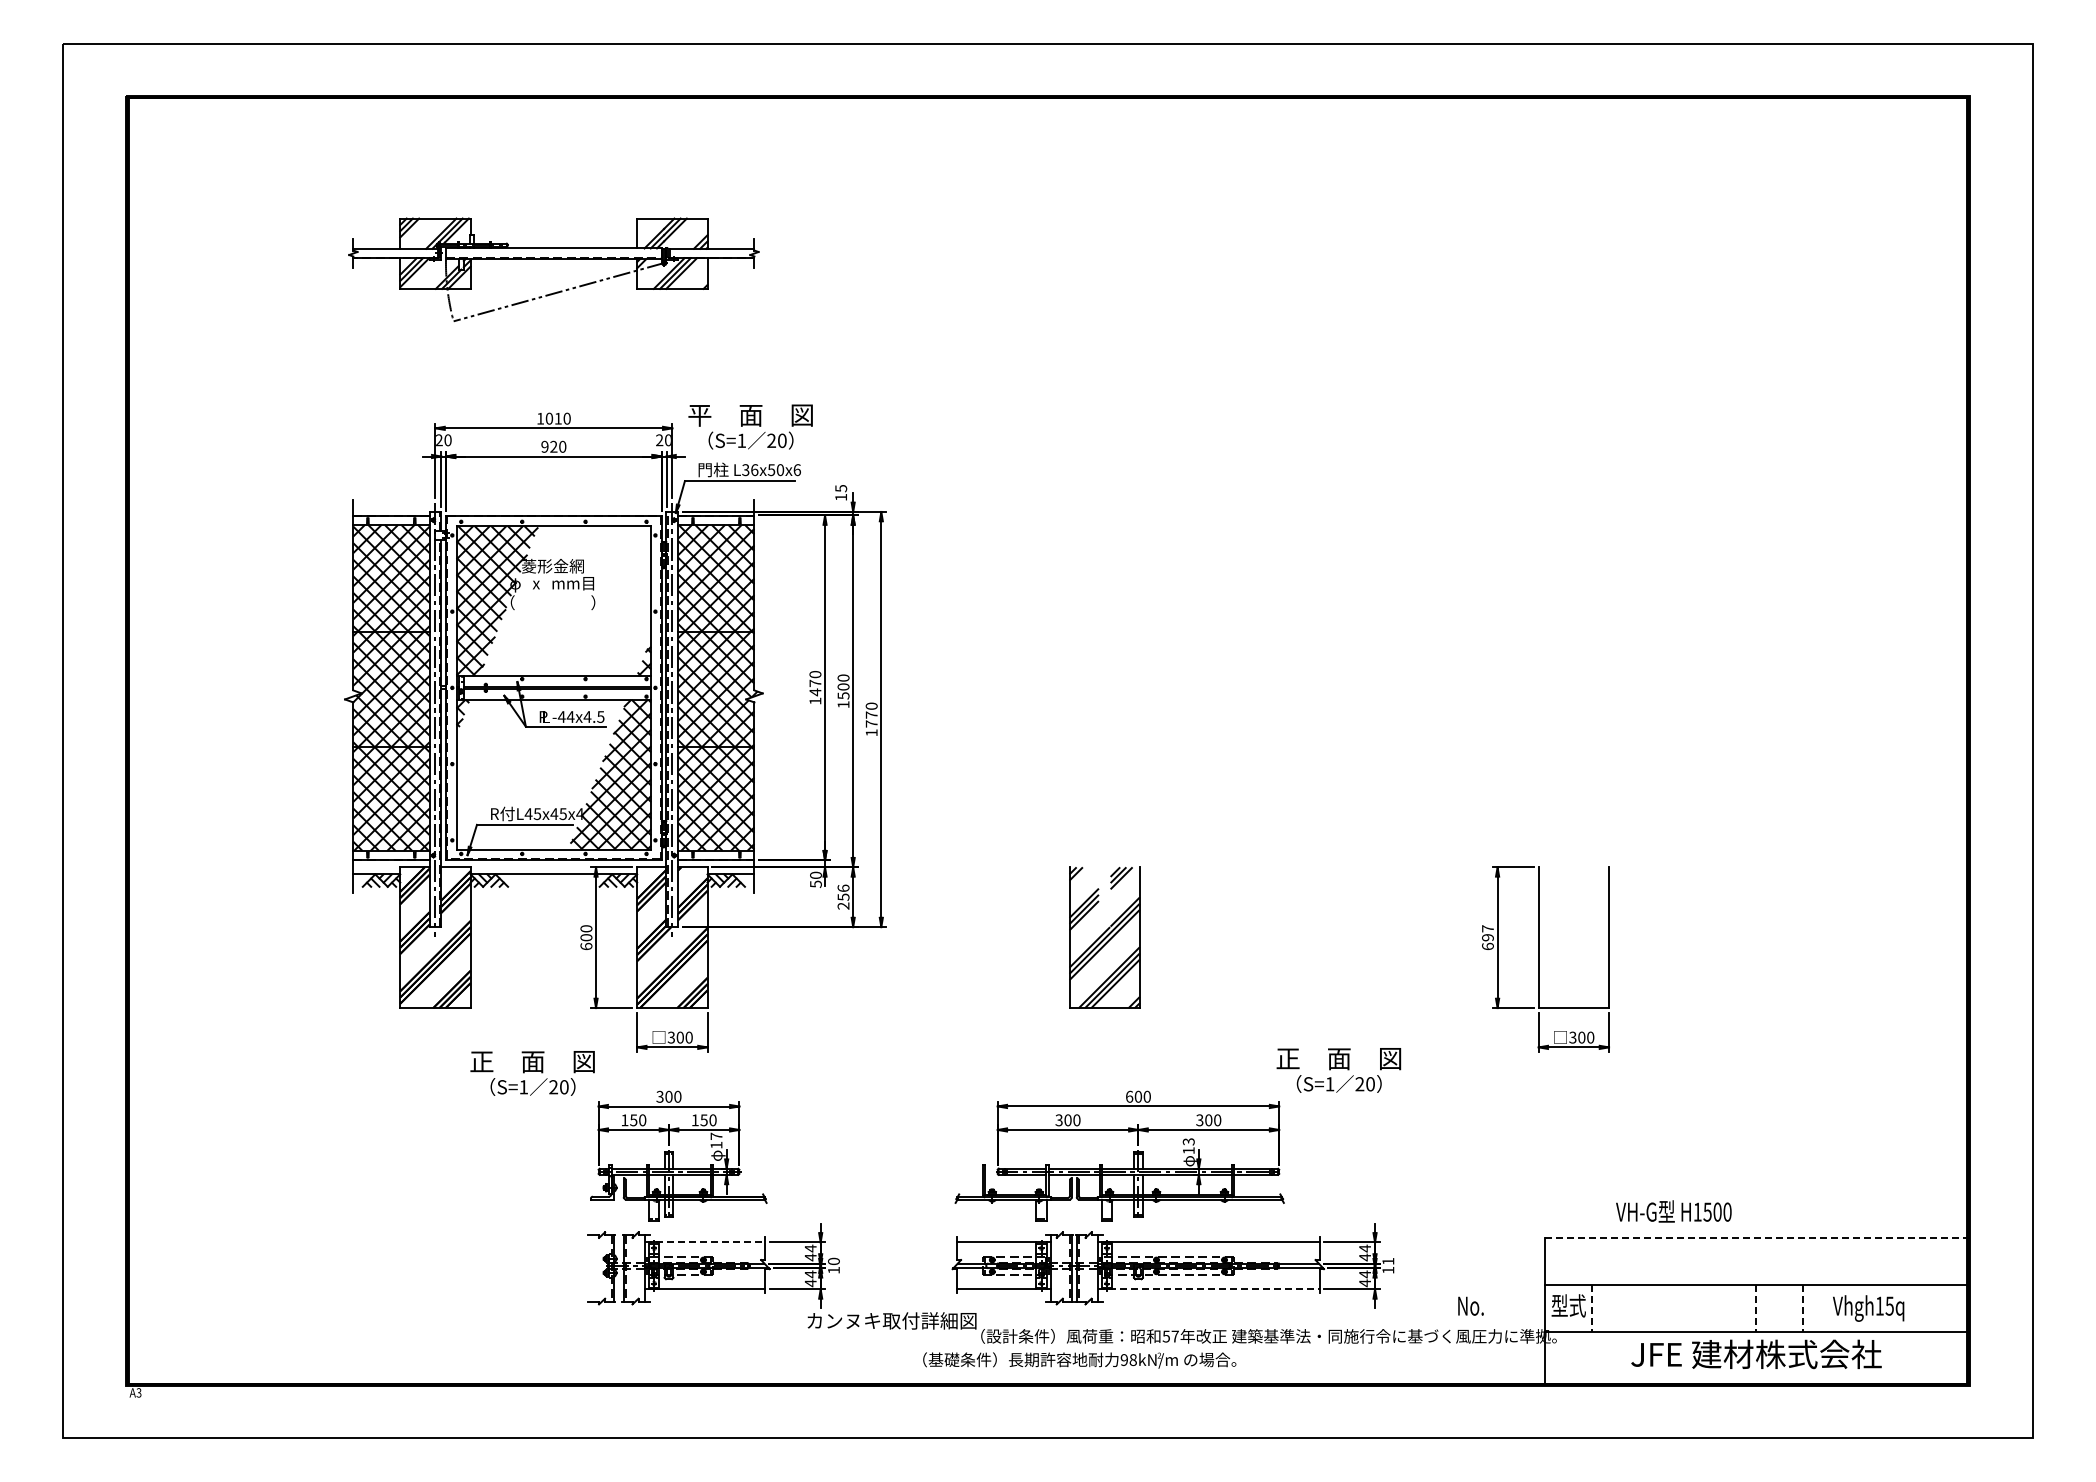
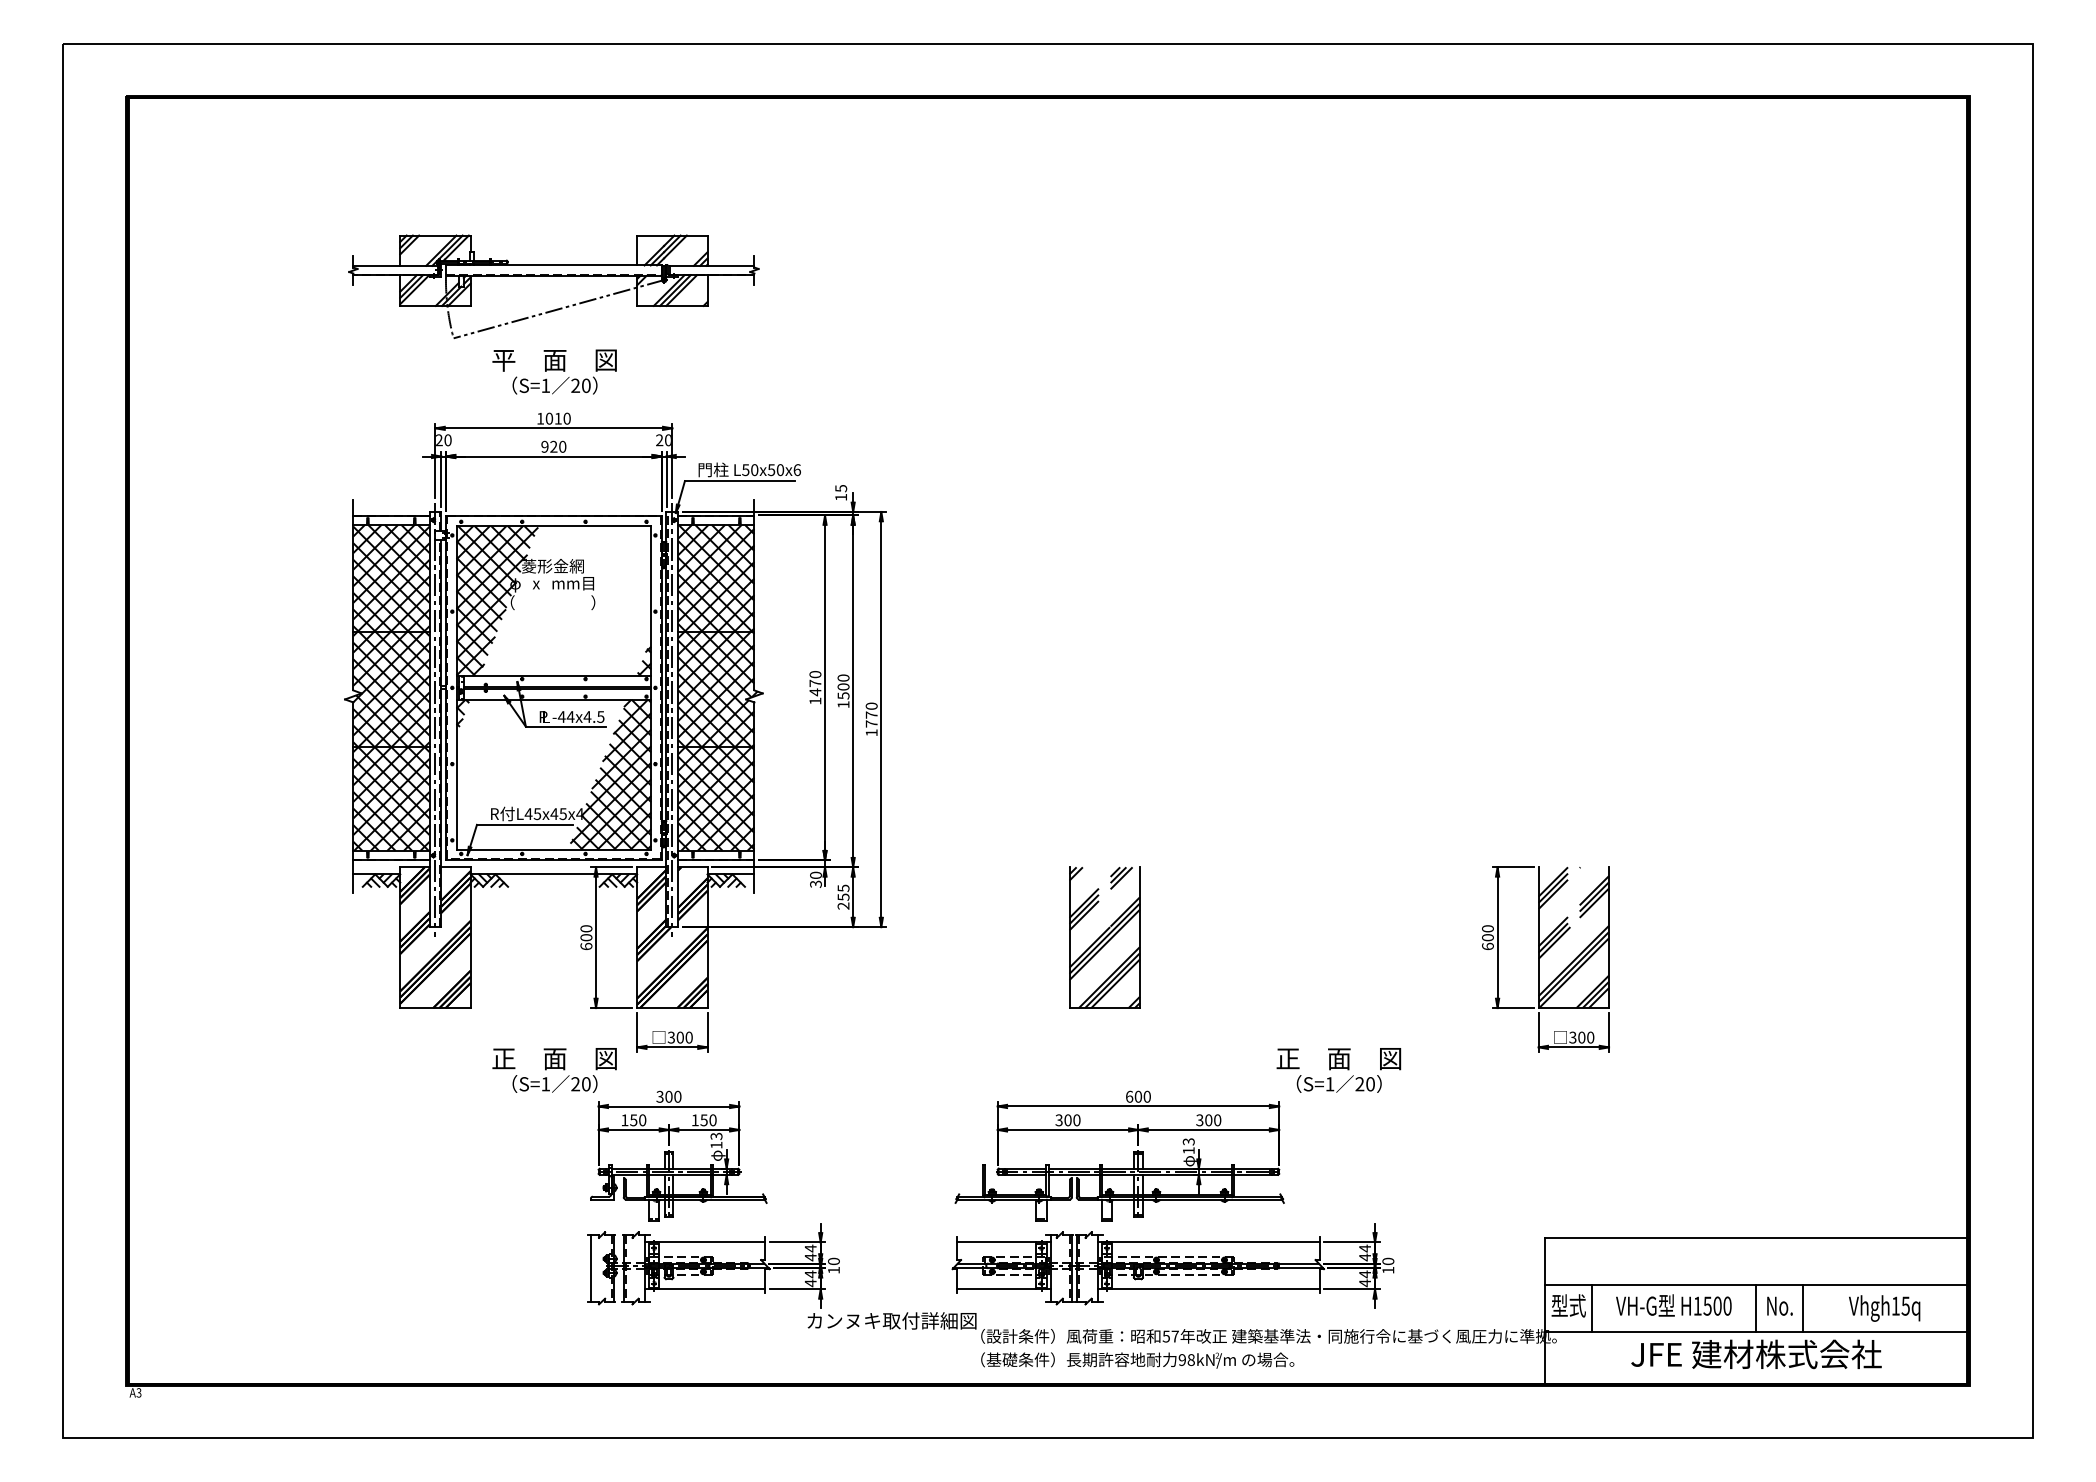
part at (553, 259) position: (553, 259) -> (553, 276)
text at (750, 426) position: (750, 426) -> (554, 371)
text at (750, 469): L36x50x6 -> L50x50x6
text at (815, 883): 50 -> 30
text at (843, 887): 256 -> 255
text at (1487, 933): 697 -> 600
hatch at (1573, 937): none -> present
text at (532, 1073) position: (532, 1073) -> (554, 1070)
text at (716, 1135): 17 -> 13
text at (1673, 1211) position: (1673, 1211) -> (1673, 1305)
line at (1756, 1238): dashed -> solid
line at (705, 1242): dashed -> solid
text at (1388, 1260): 11 -> 10
line at (590, 1268): none -> present
line at (1208, 1289): dashed -> solid
text at (1470, 1305) position: (1470, 1305) -> (1779, 1305)
text at (1868, 1308) position: (1868, 1308) -> (1884, 1308)
line at (1592, 1309): dashed -> solid
line at (1756, 1309): dashed -> solid
line at (1803, 1309): dashed -> solid
text at (1079, 1360) position: (1079, 1360) -> (1137, 1360)
